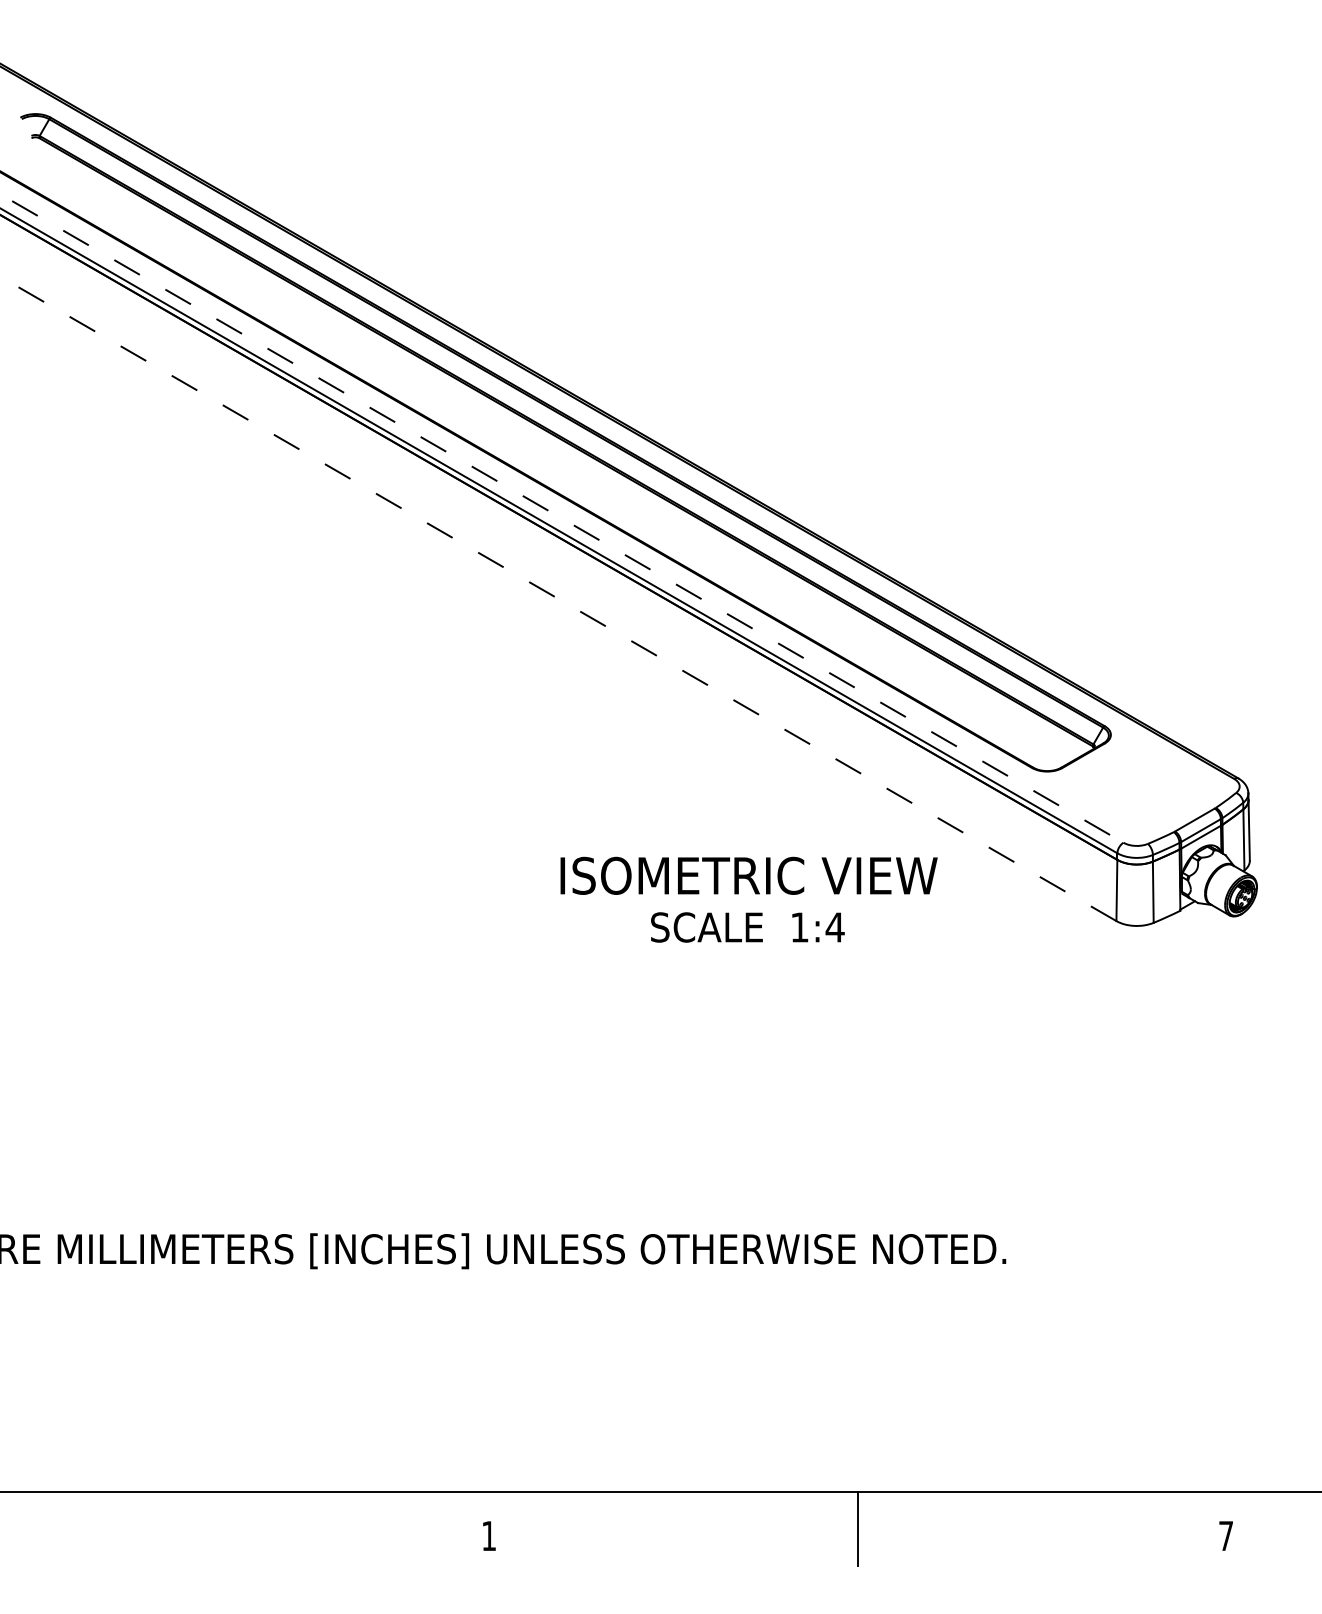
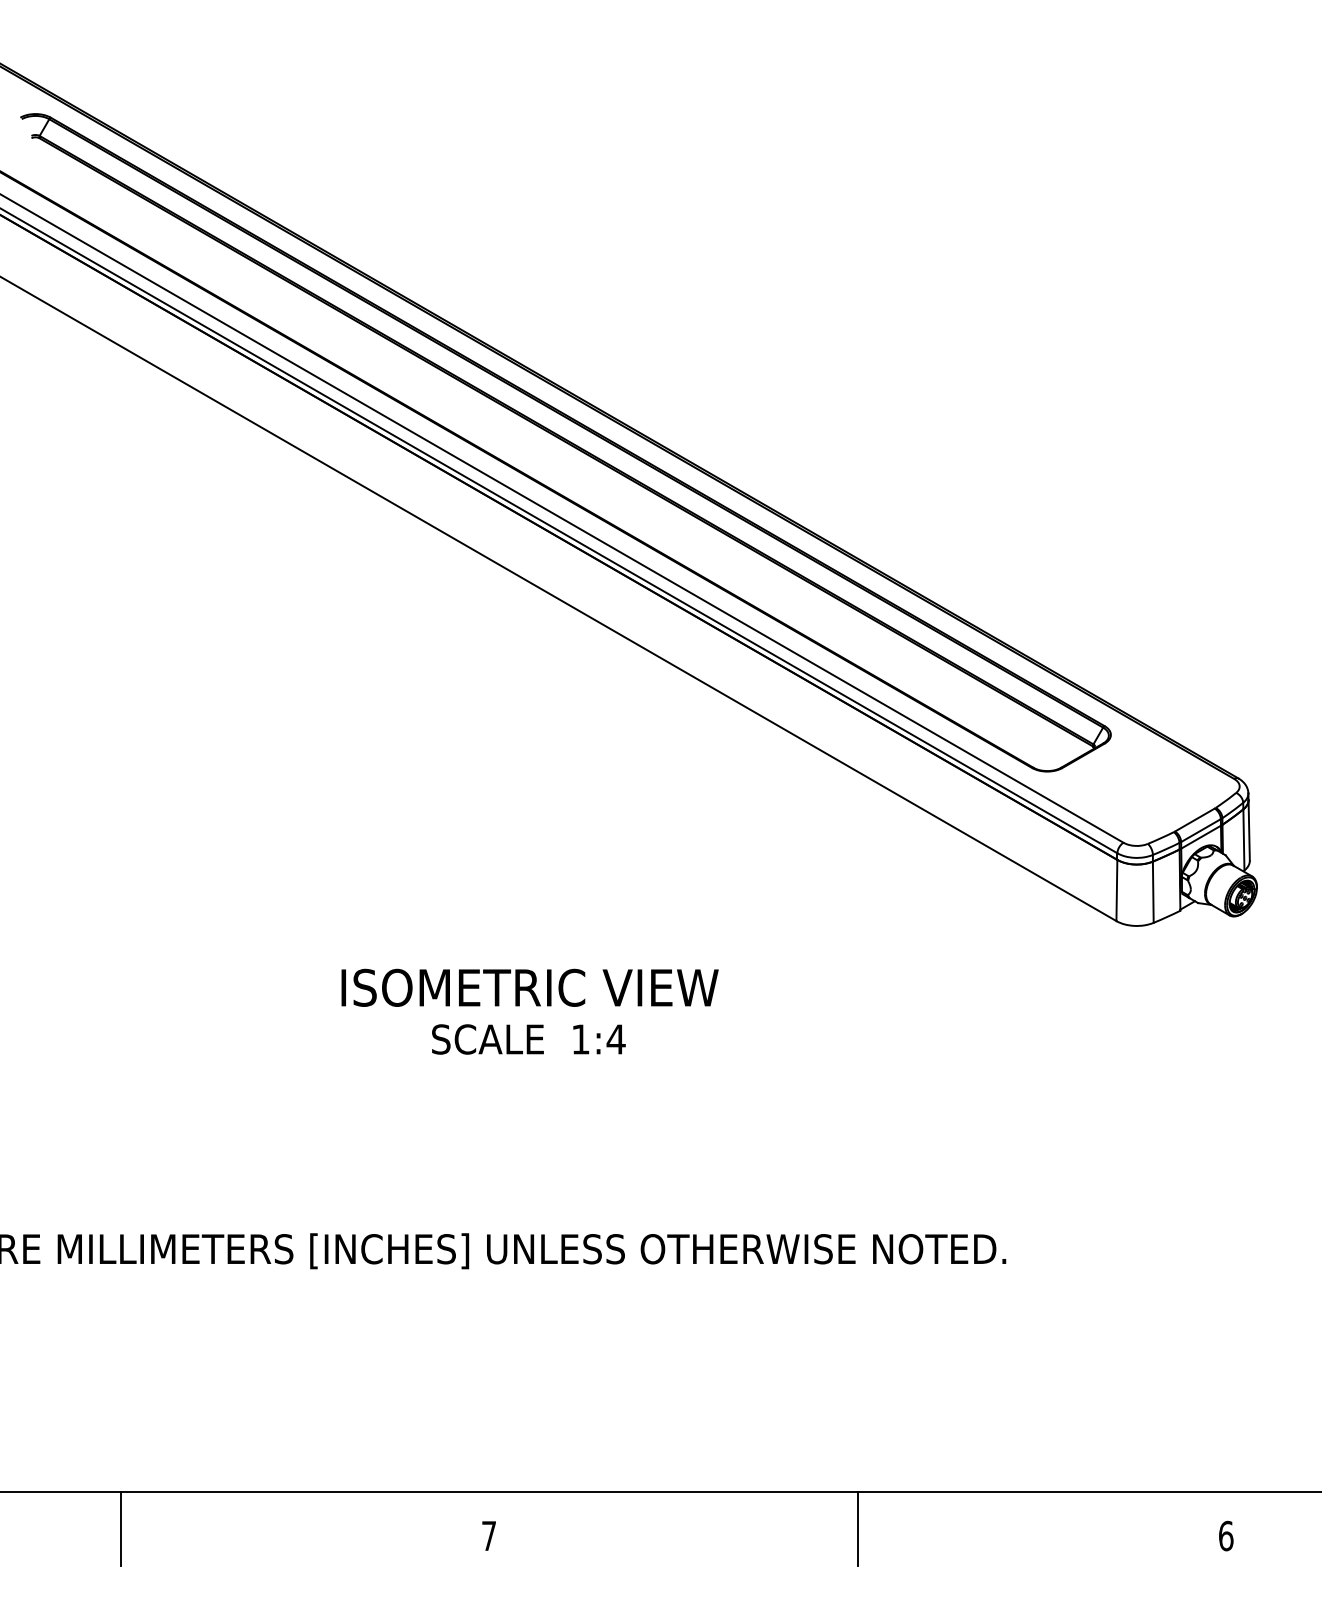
line at (561, 518): dashed -> solid
line at (558, 598): dashed -> solid
text at (748, 899) position: (748, 899) -> (529, 1011)
line at (120, 1528): none -> present
text at (488, 1535): 1 -> 7
text at (1226, 1535): 7 -> 6
